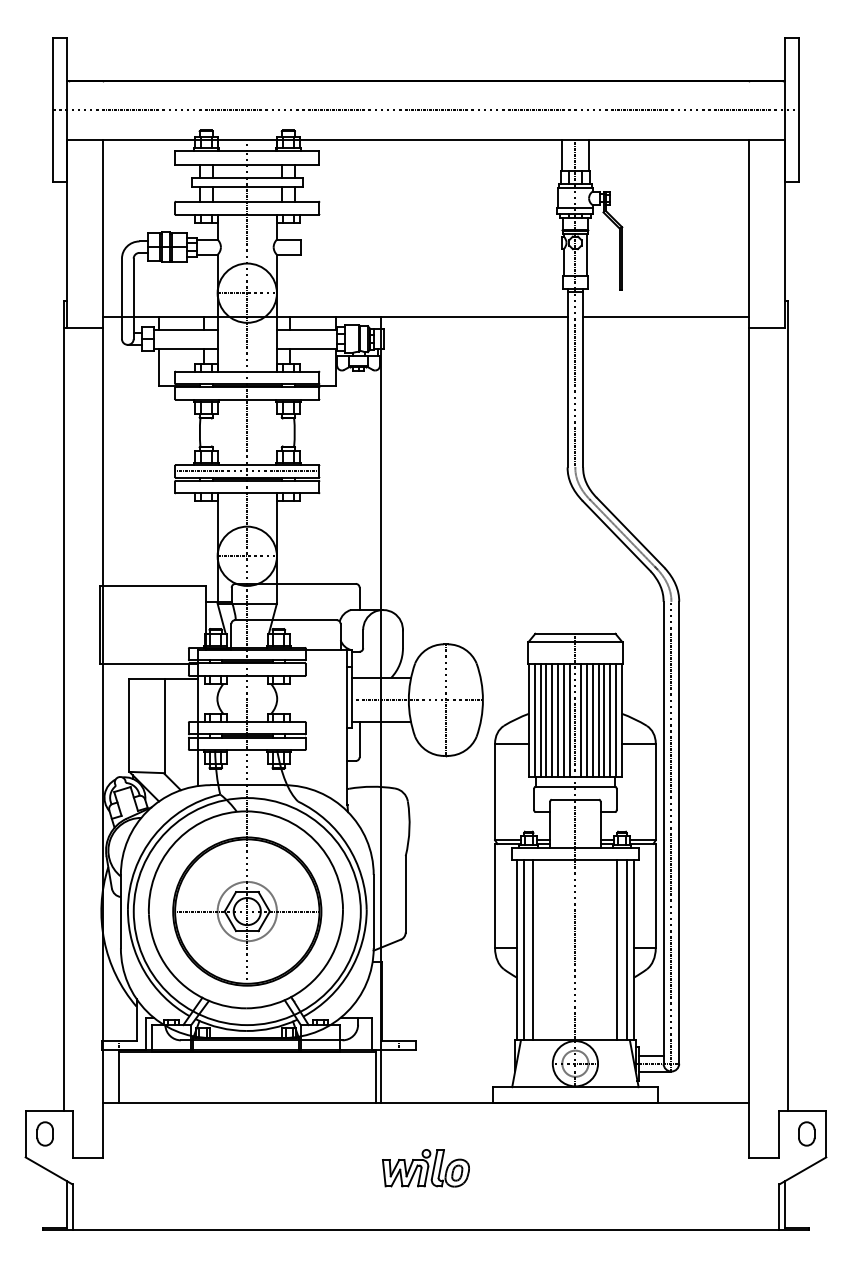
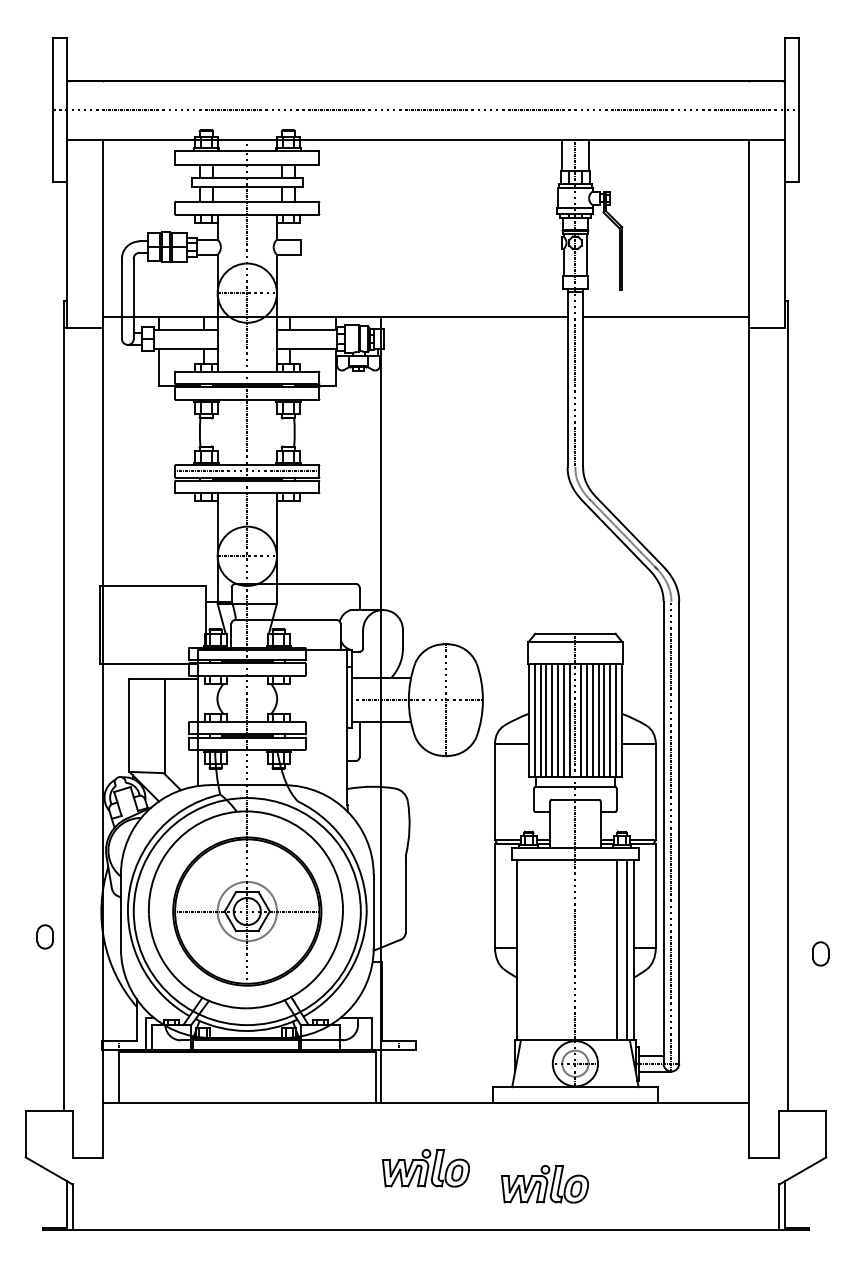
line at (524, 949): present -> none
line at (533, 949): present -> none
part at (44, 1133) position: (44, 1133) -> (44, 936)
part at (806, 1133) position: (806, 1133) -> (820, 953)
part at (544, 1184): none -> present
